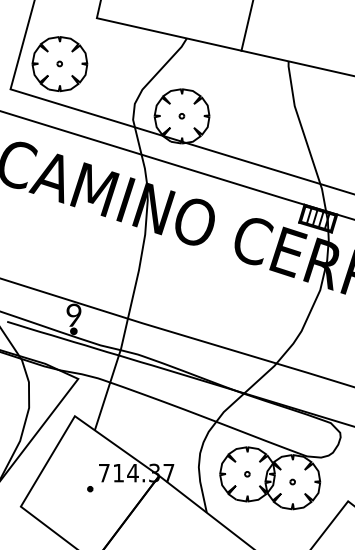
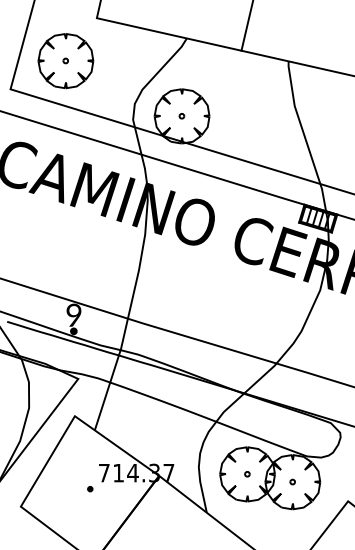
part at (59, 64) position: (59, 64) -> (65, 61)
